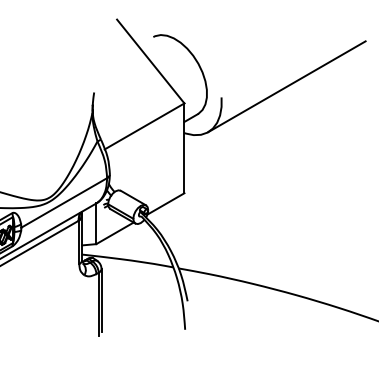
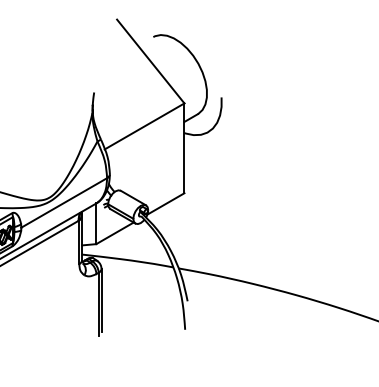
line at (286, 86): present -> none
